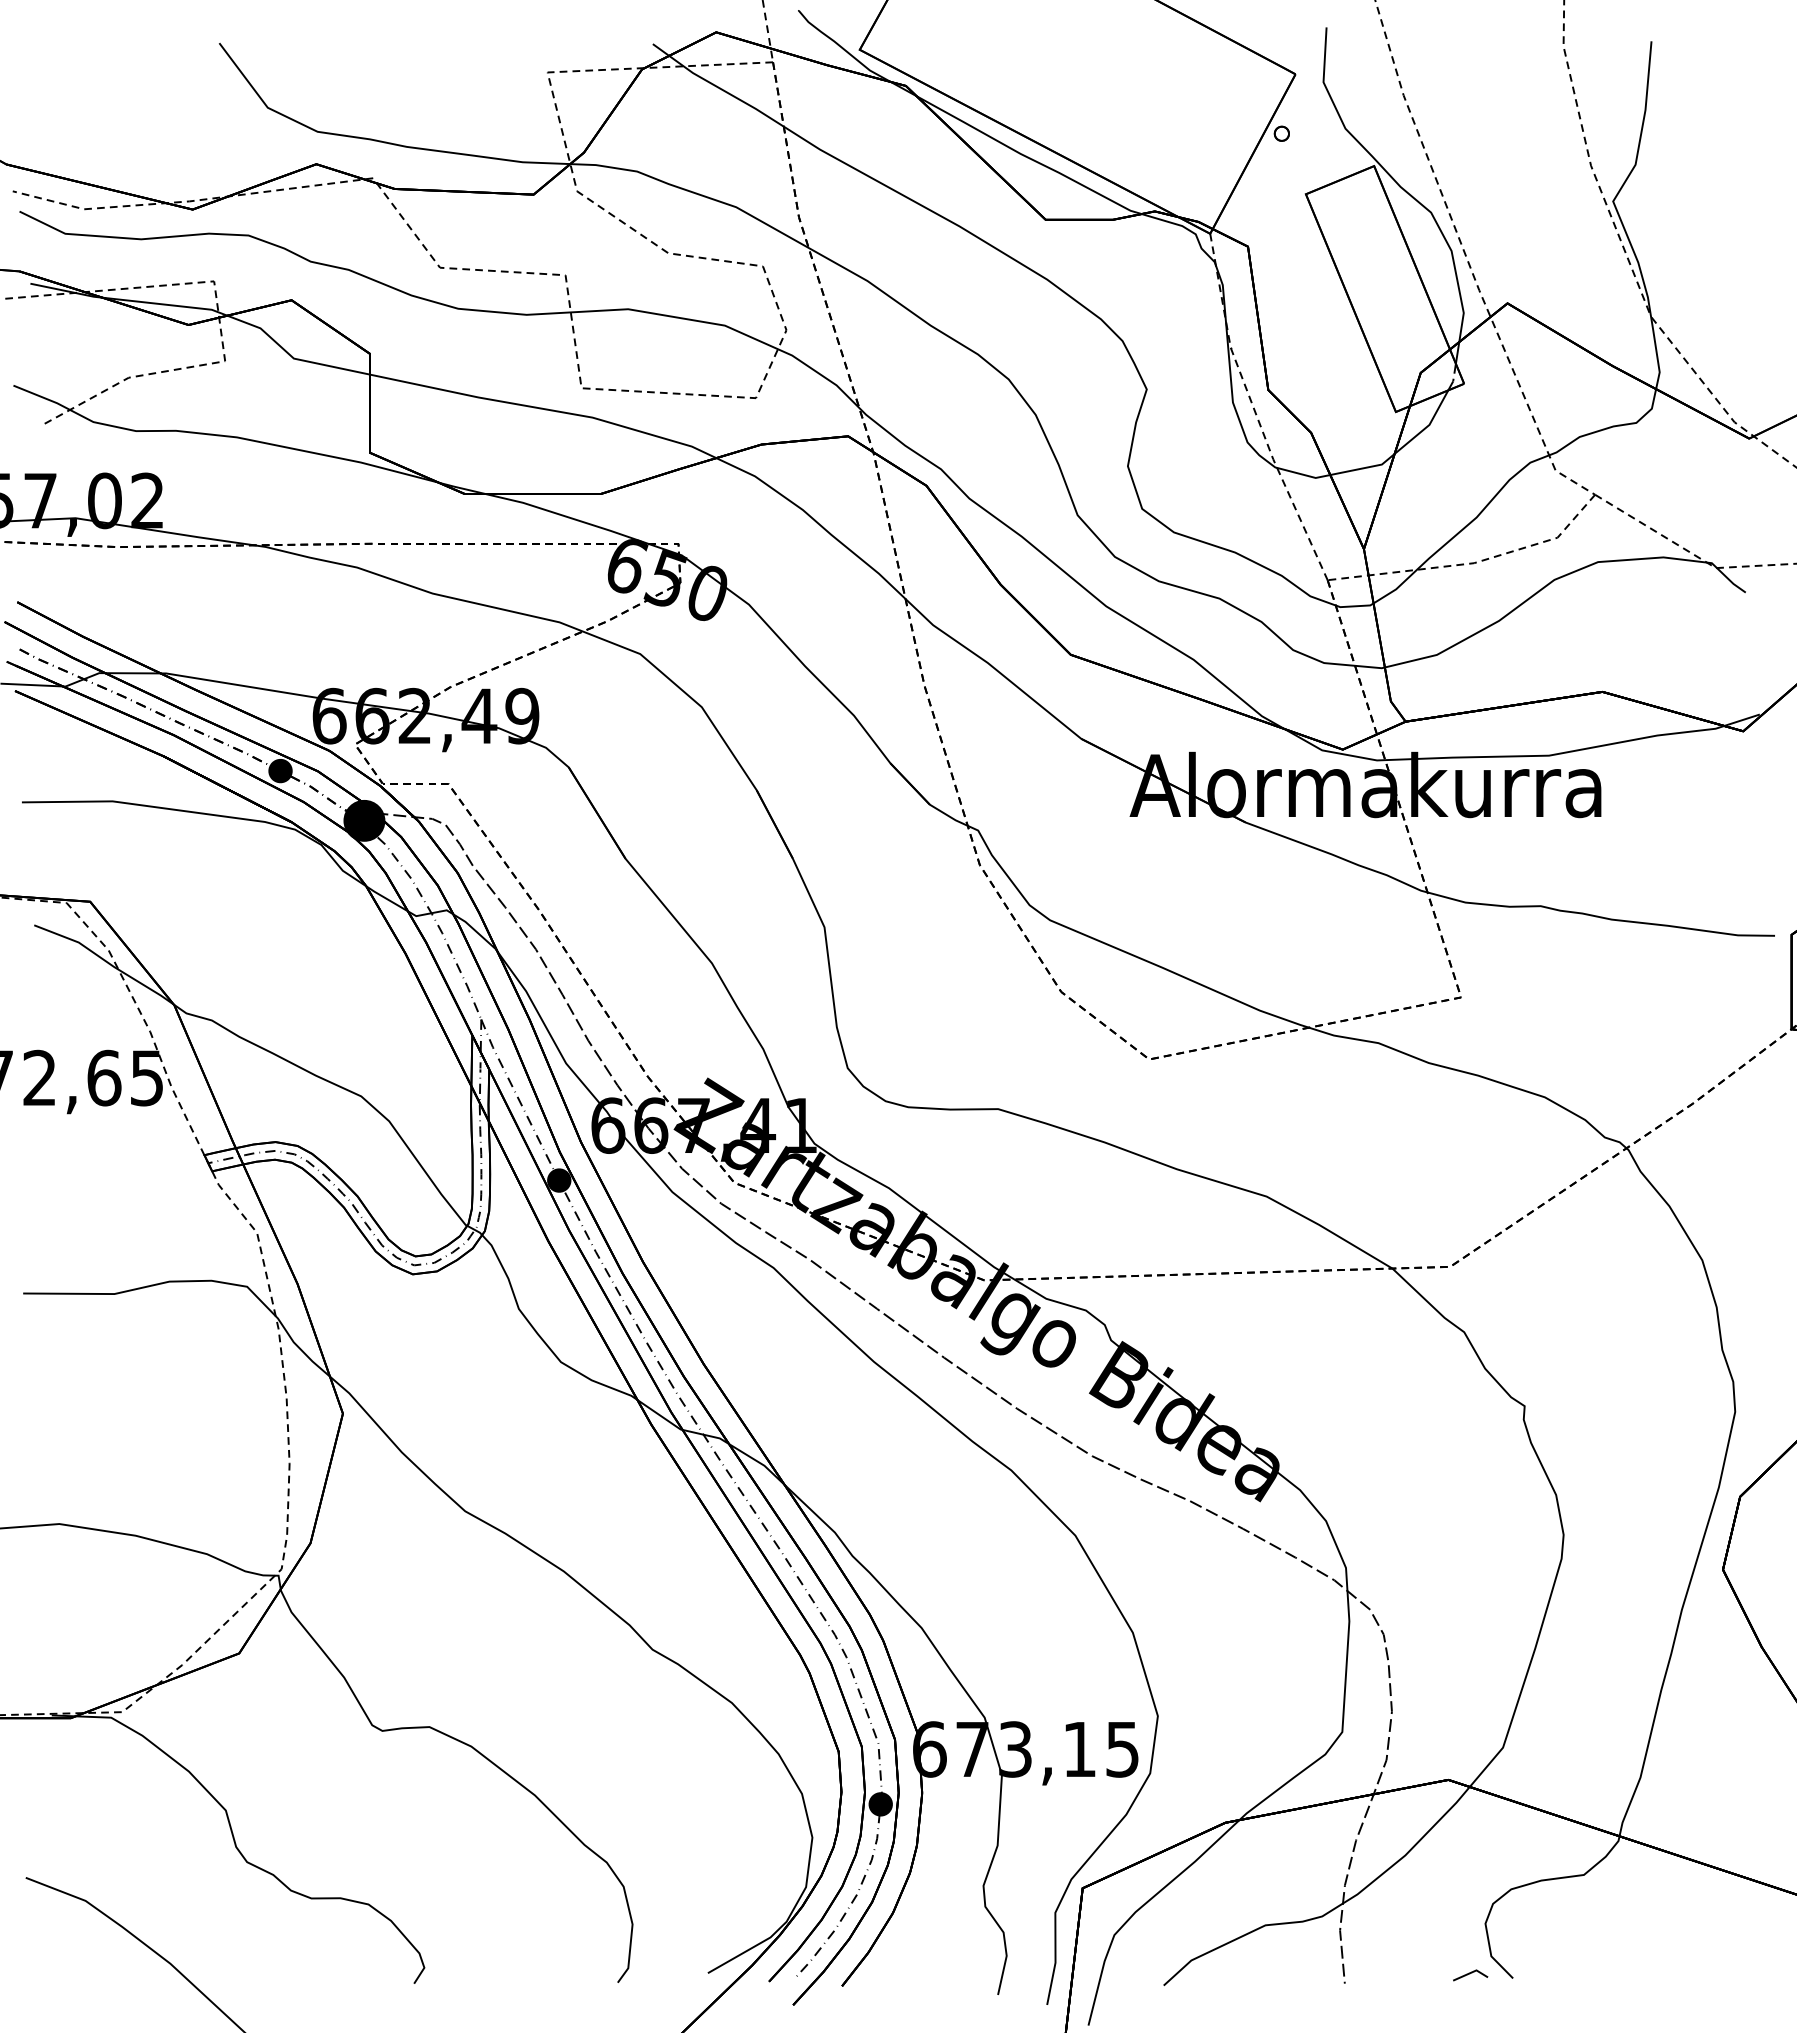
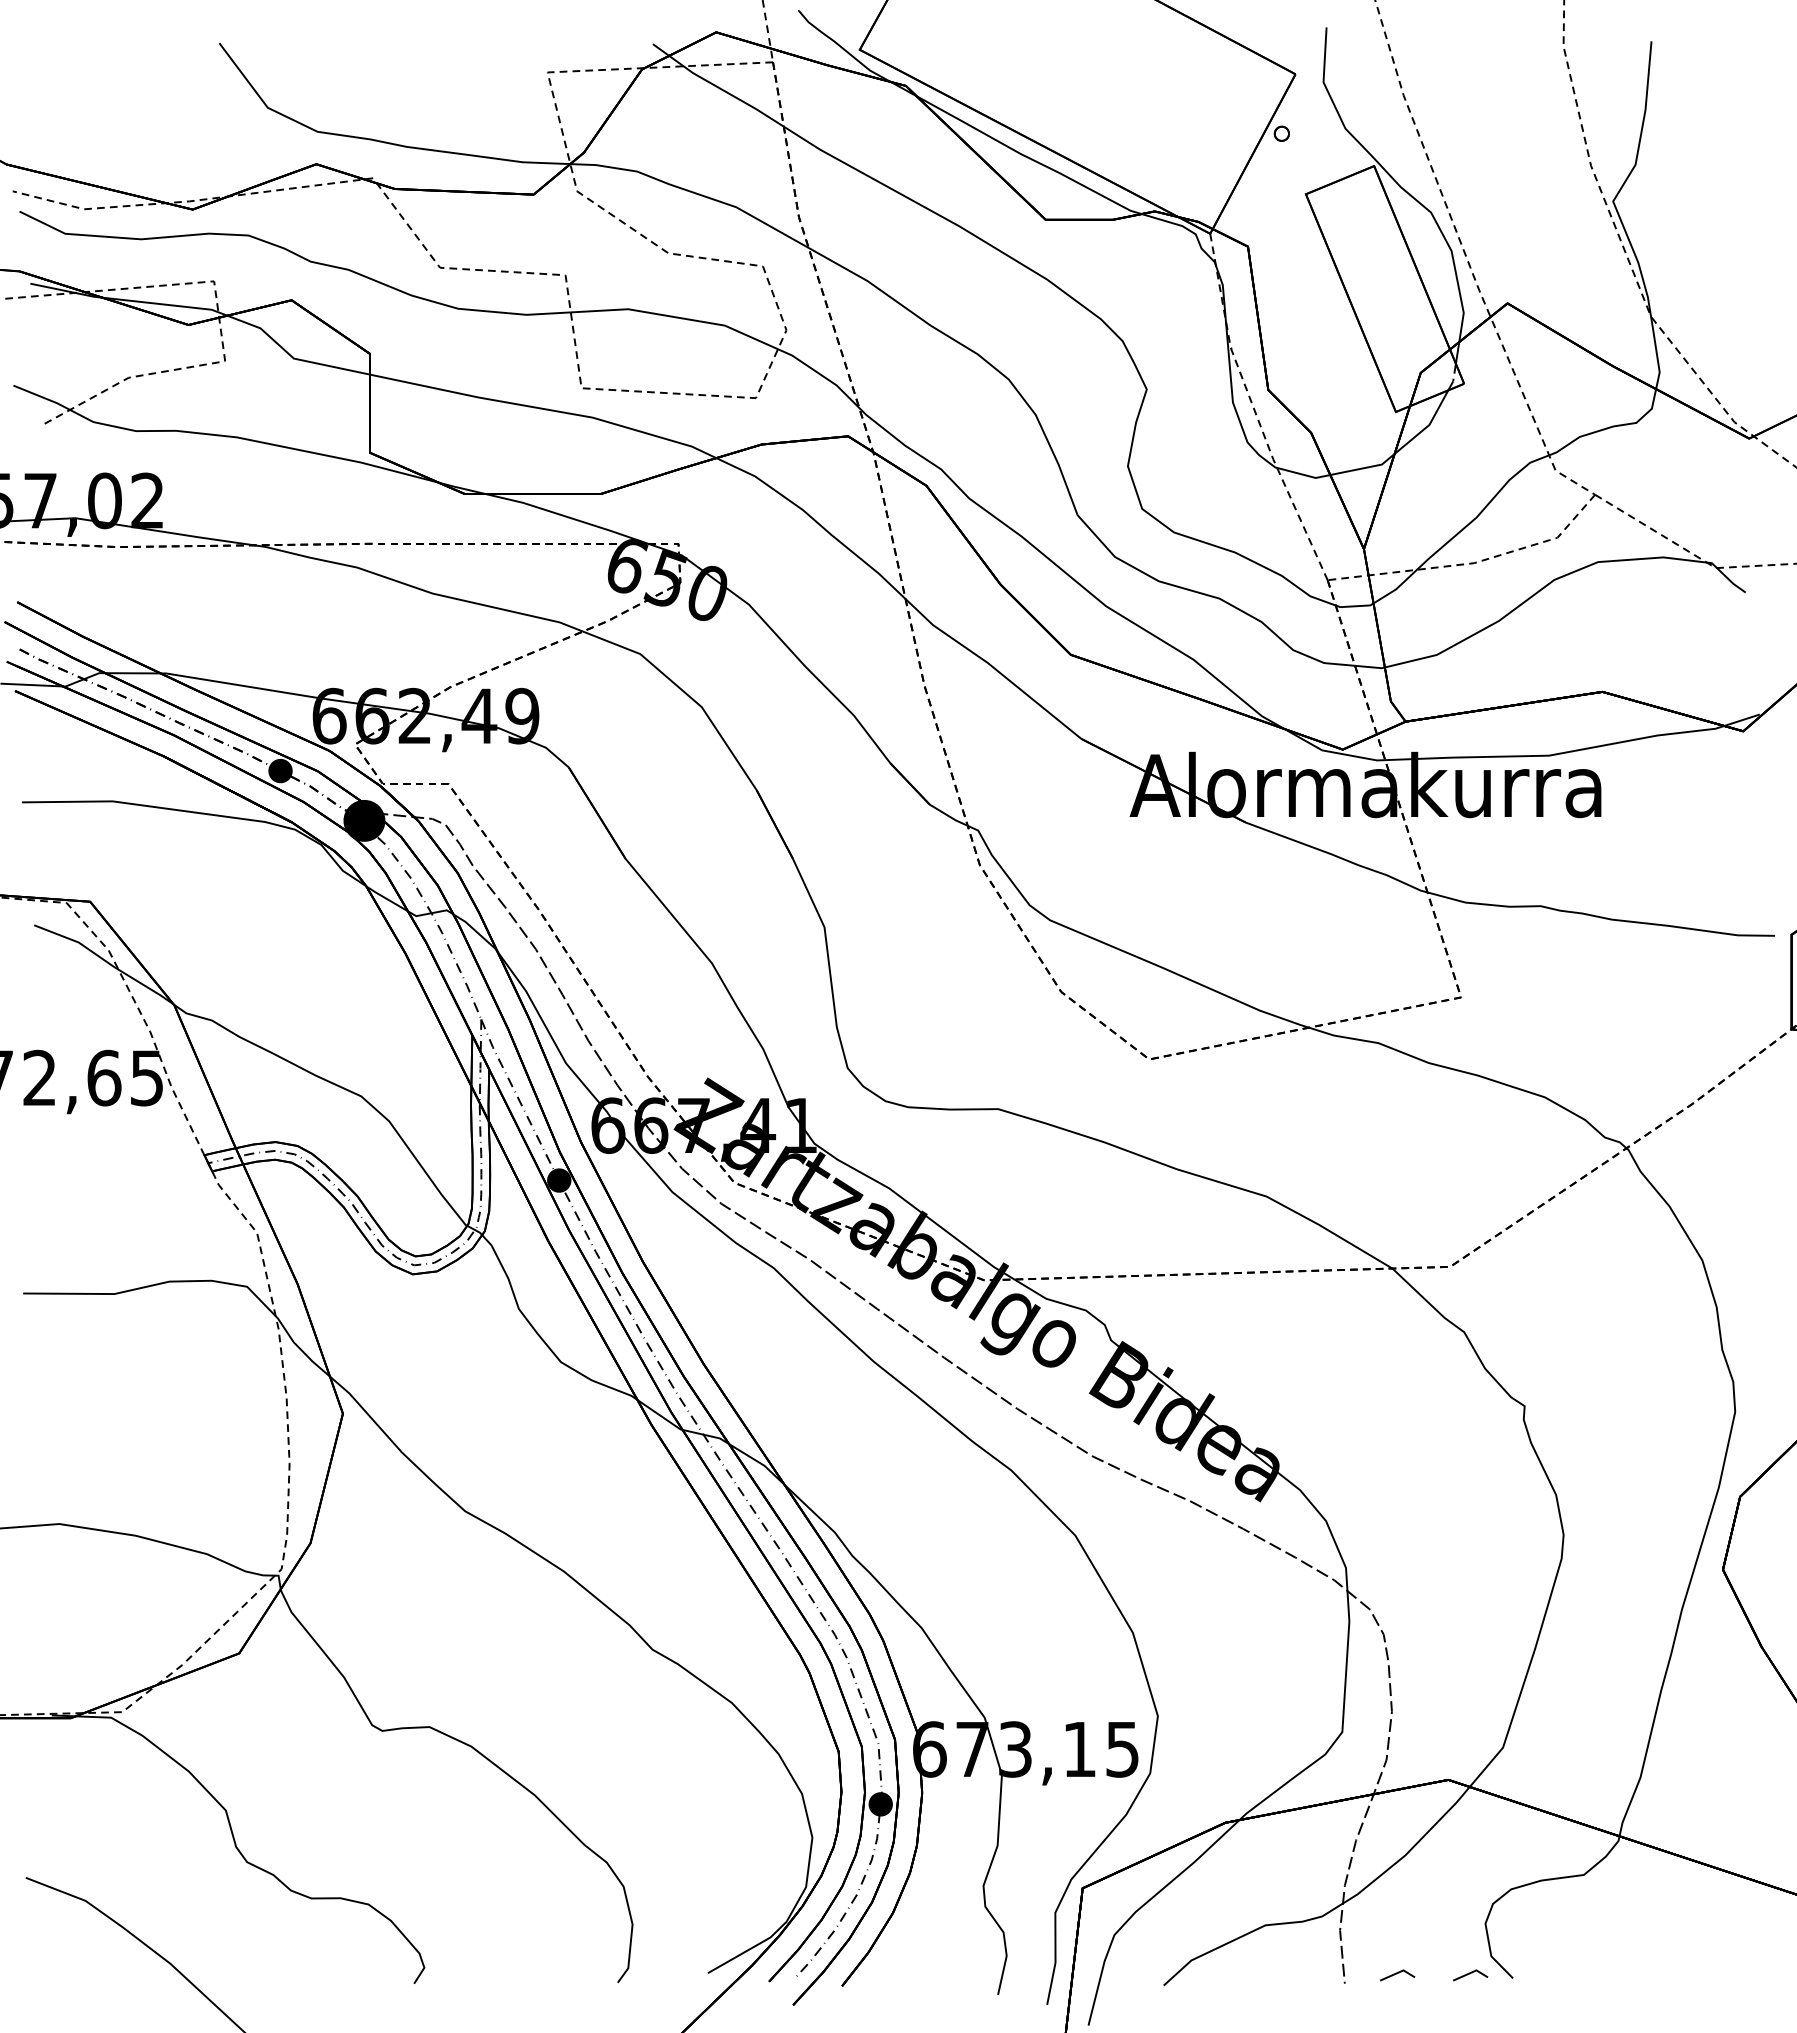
line at (1396, 1974): none -> present
